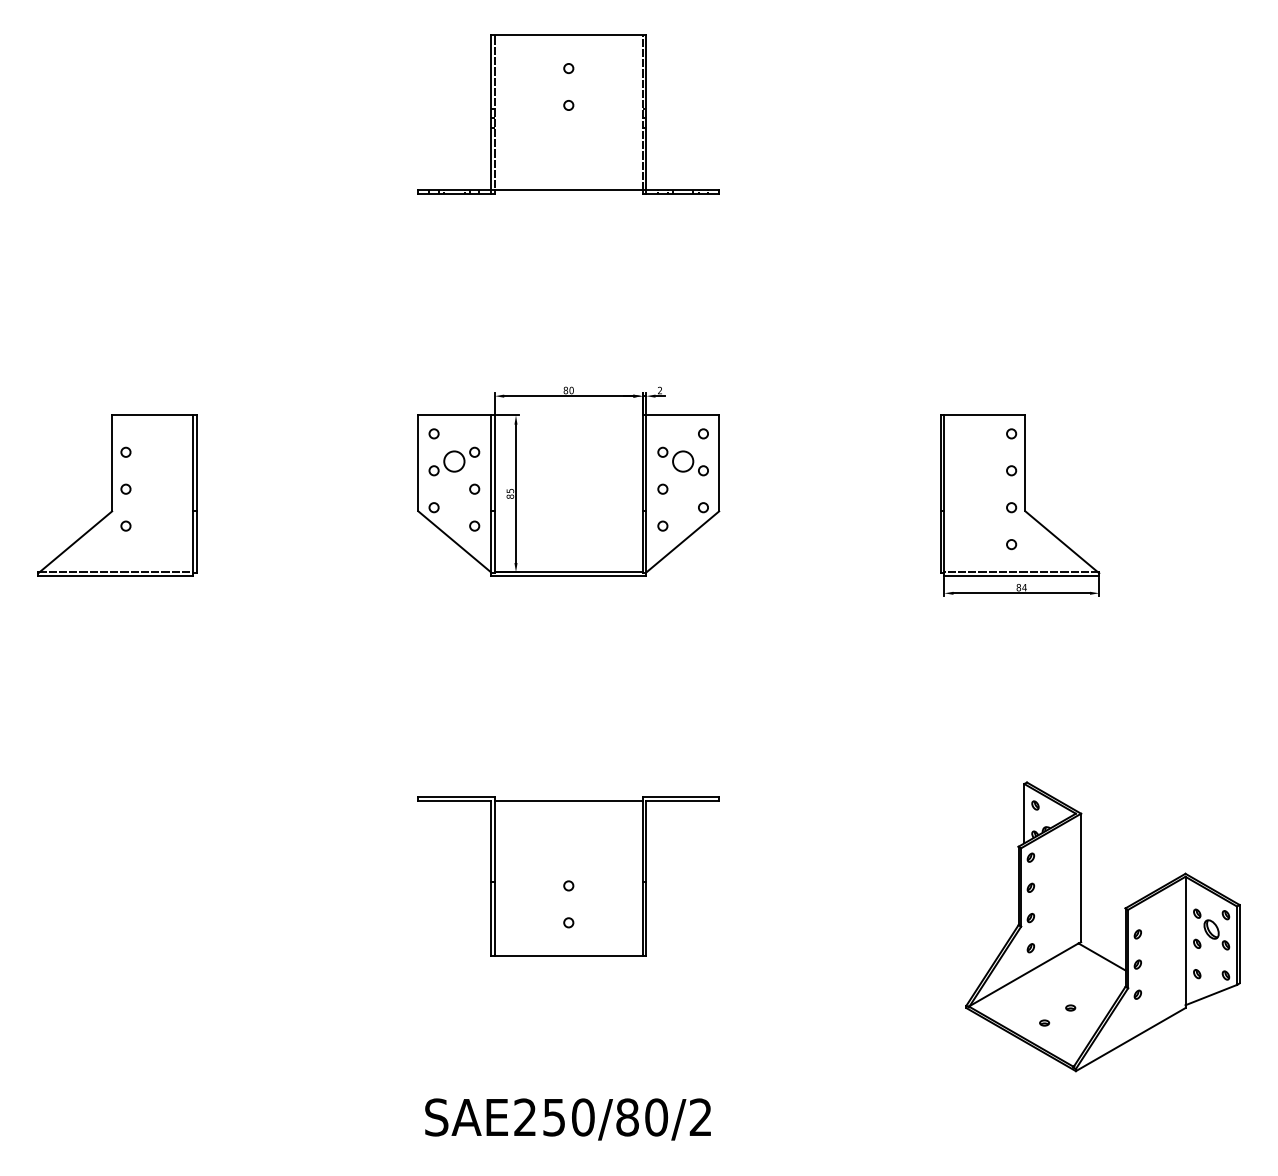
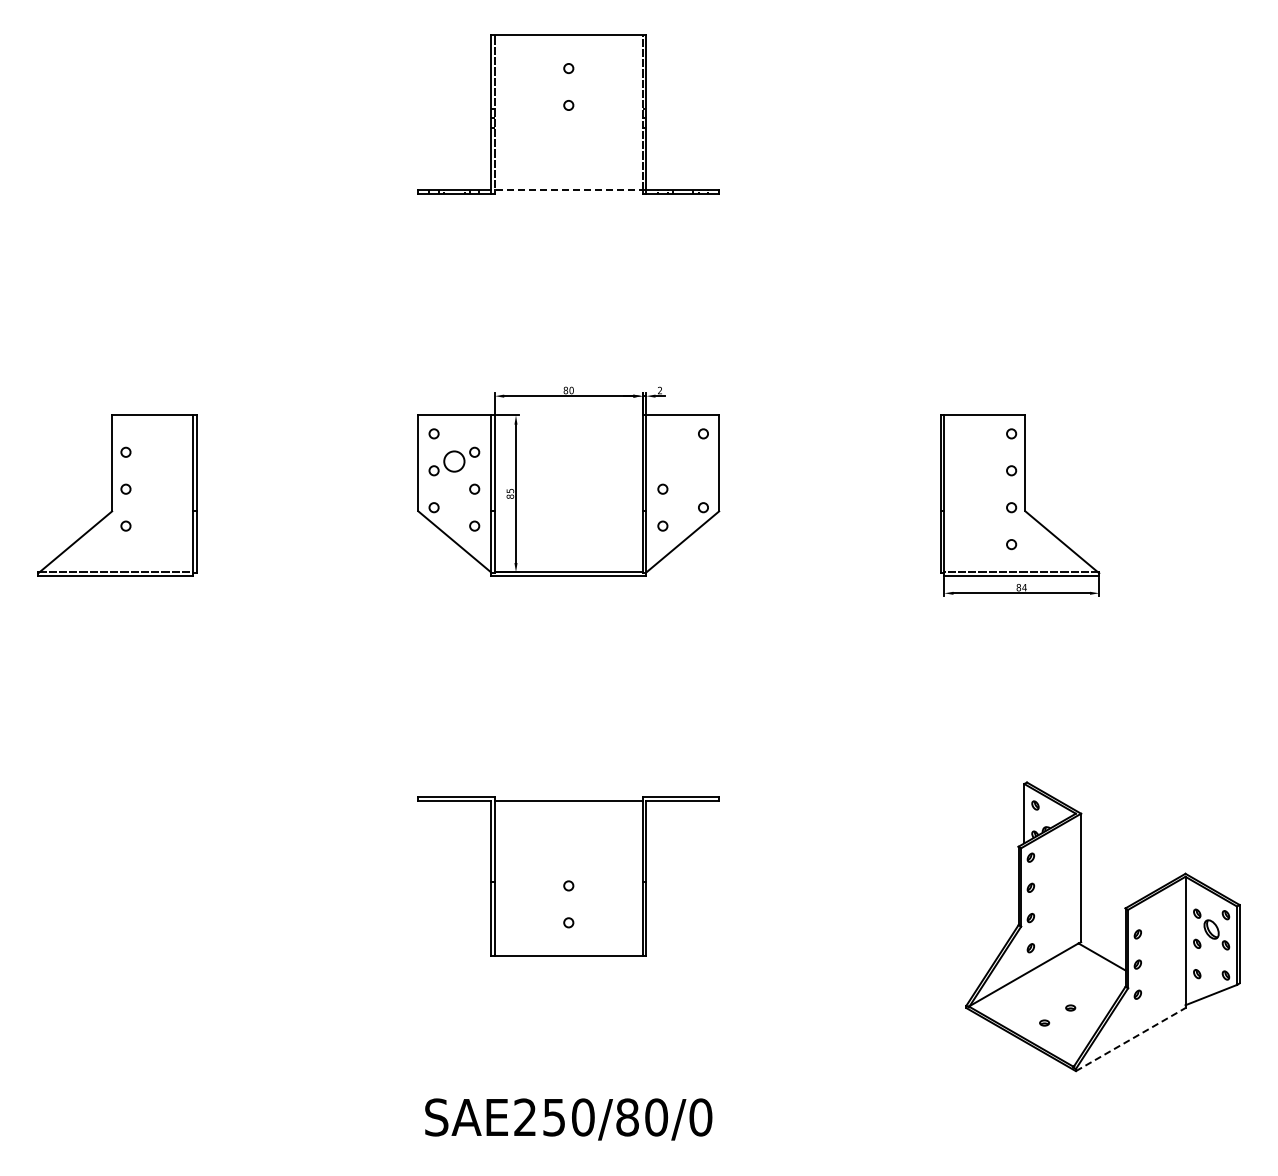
line at (568, 190): solid -> dashed
part at (682, 461): present -> none
line at (1131, 1039): solid -> dashed
text at (700, 1117): SAE250/80/2 -> SAE250/80/0
